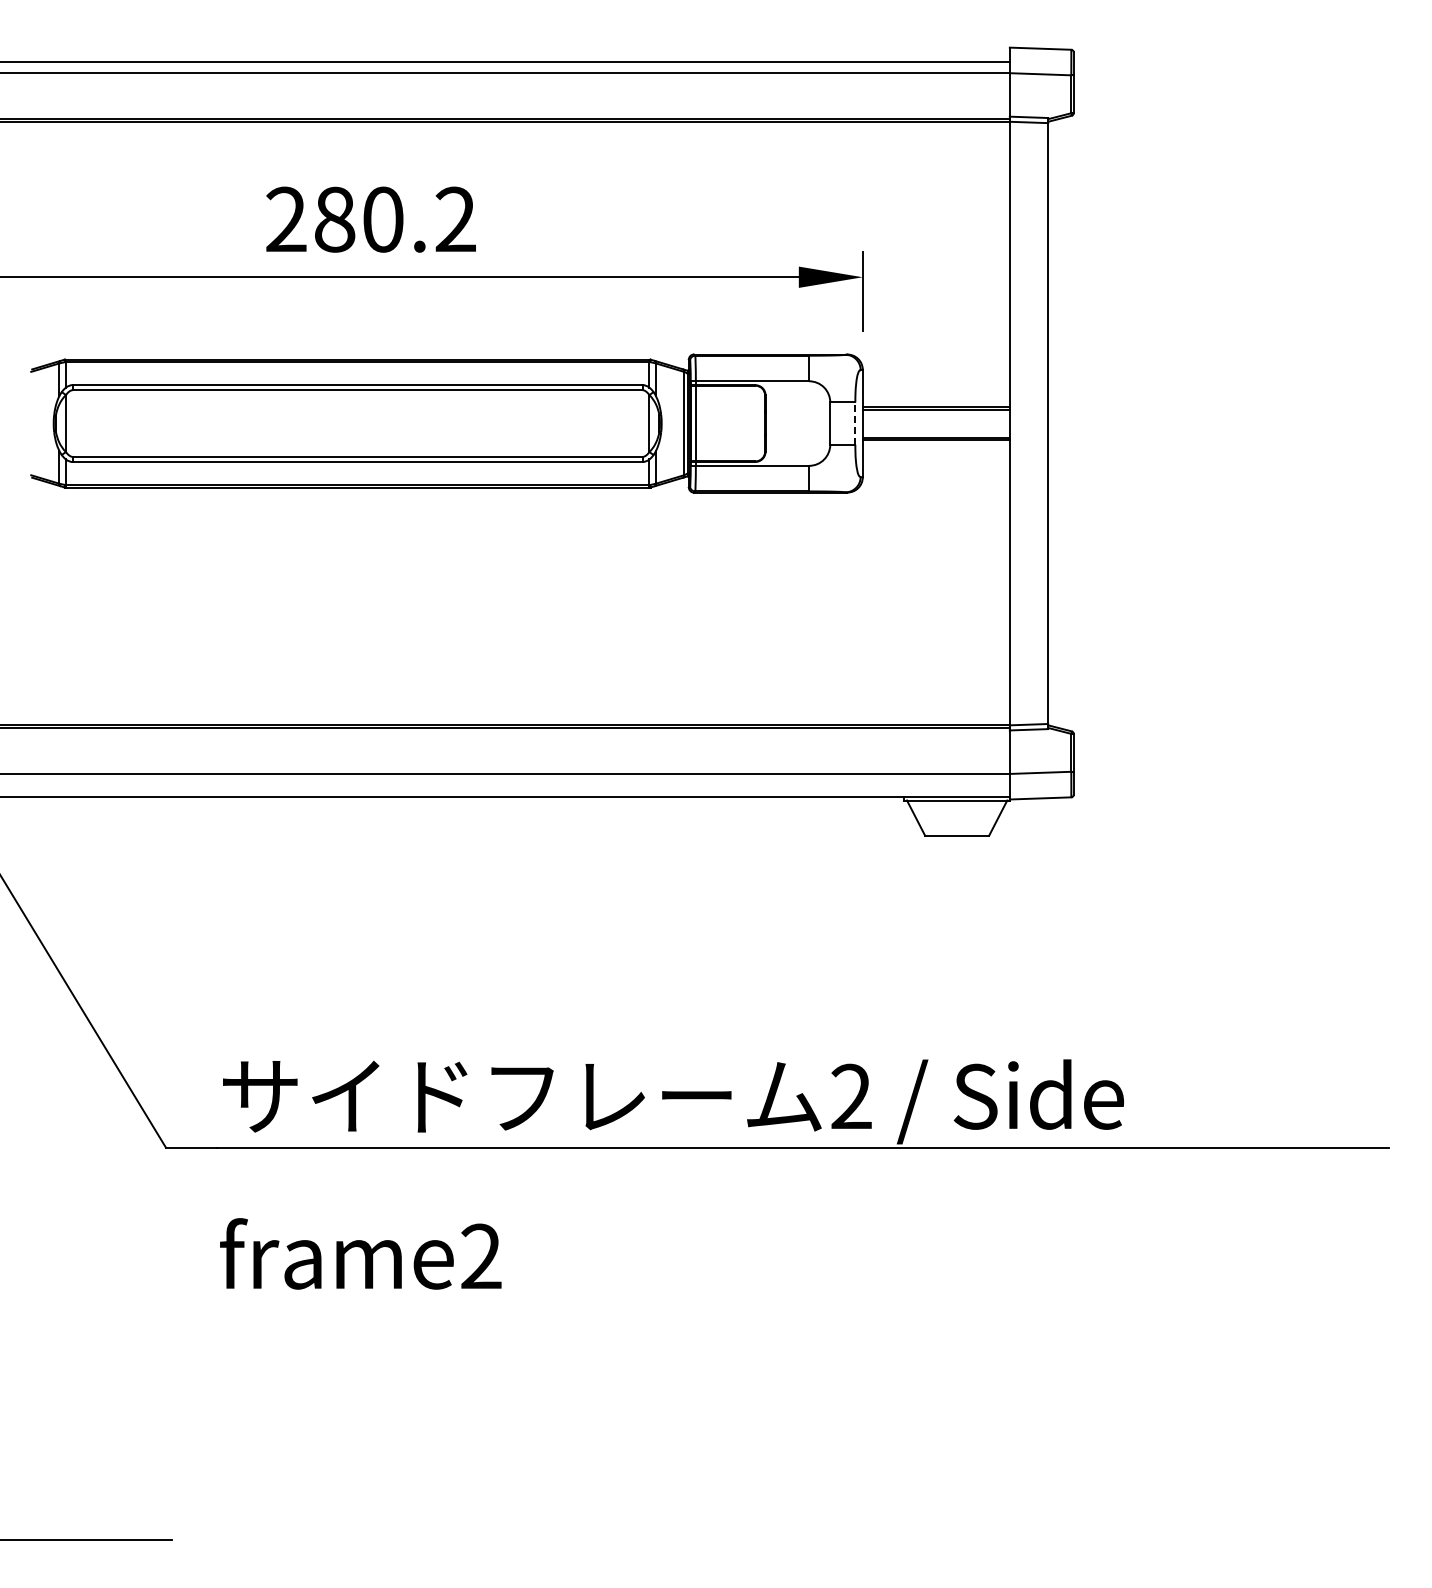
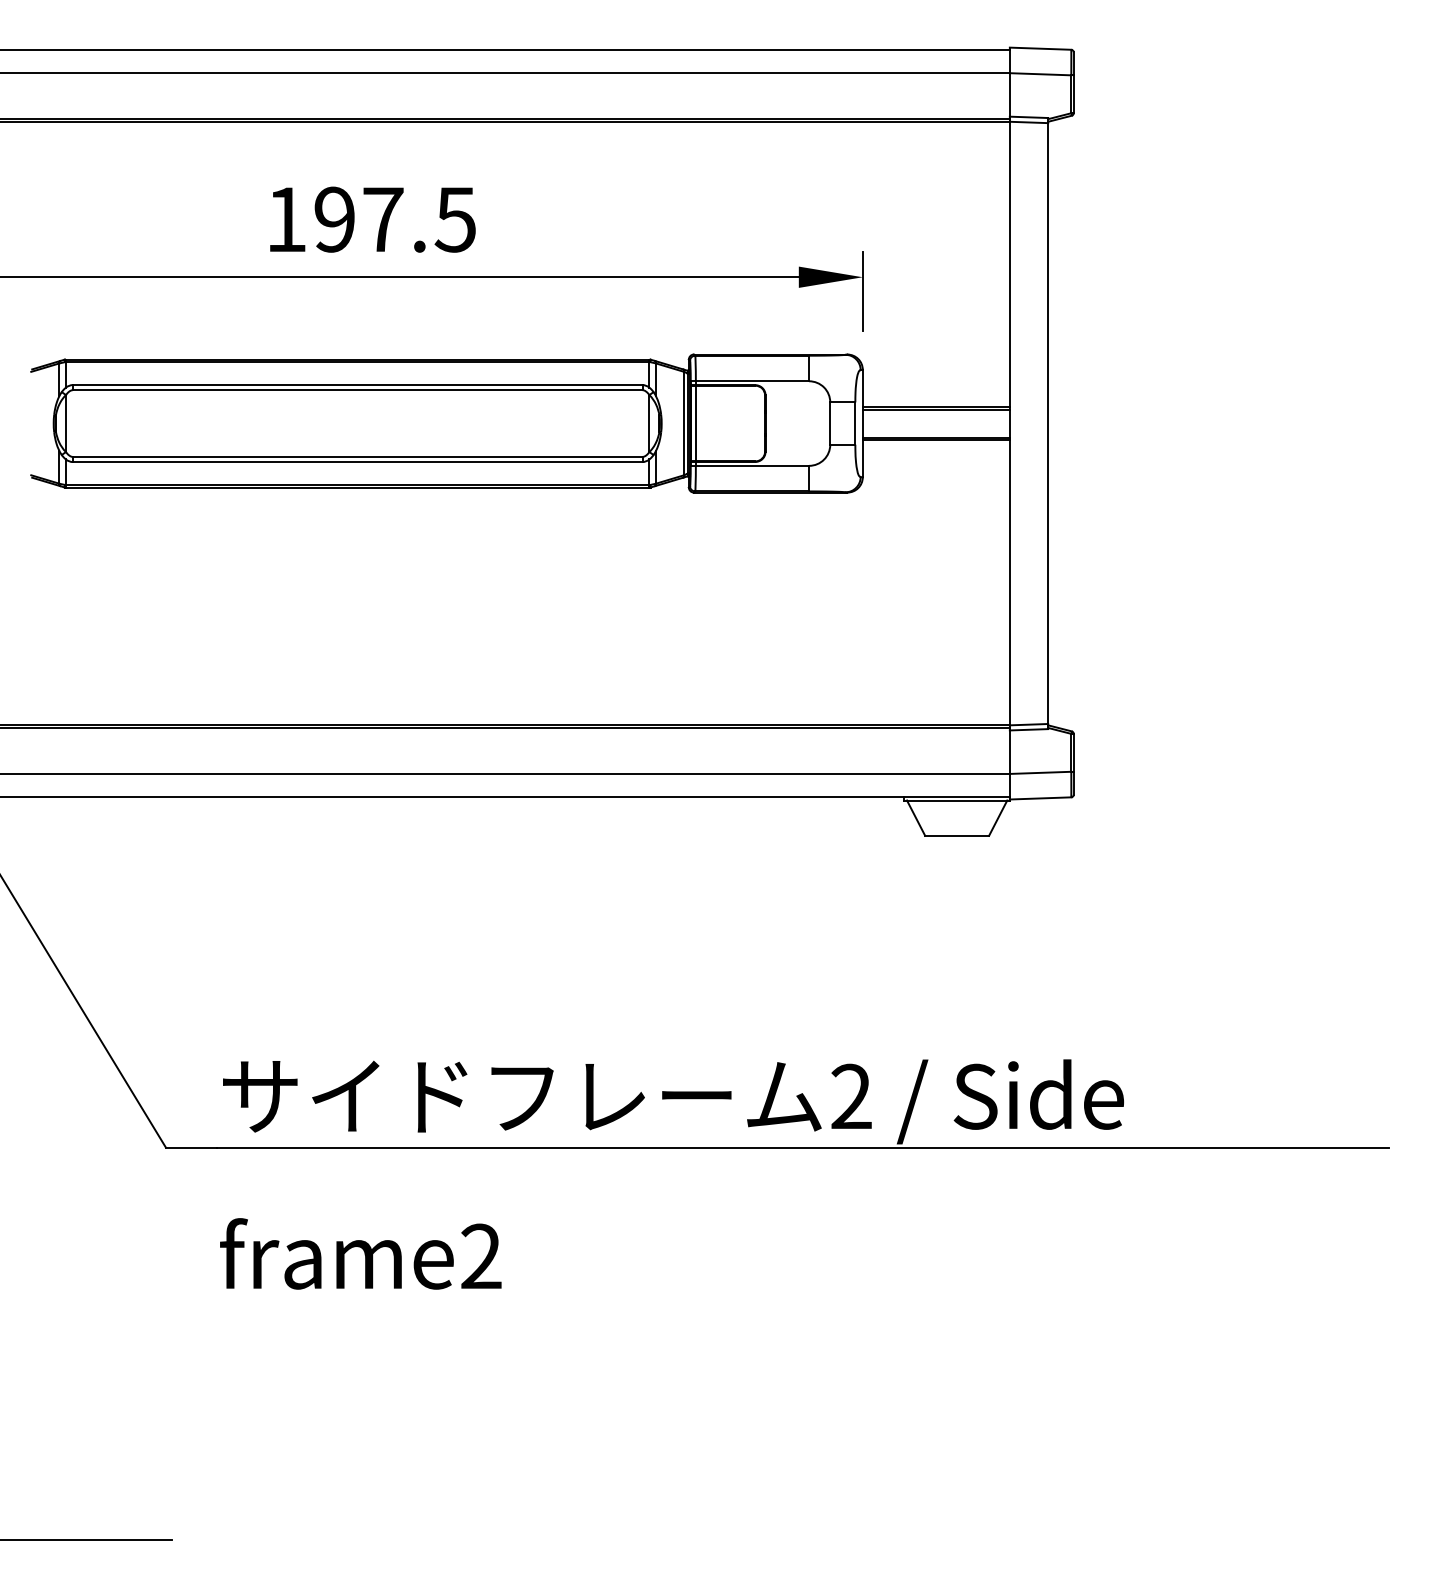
line at (505, 62) position: (505, 62) -> (505, 50)
text at (370, 219): 280.2 -> 197.5
line at (855, 423): dashed -> solid
